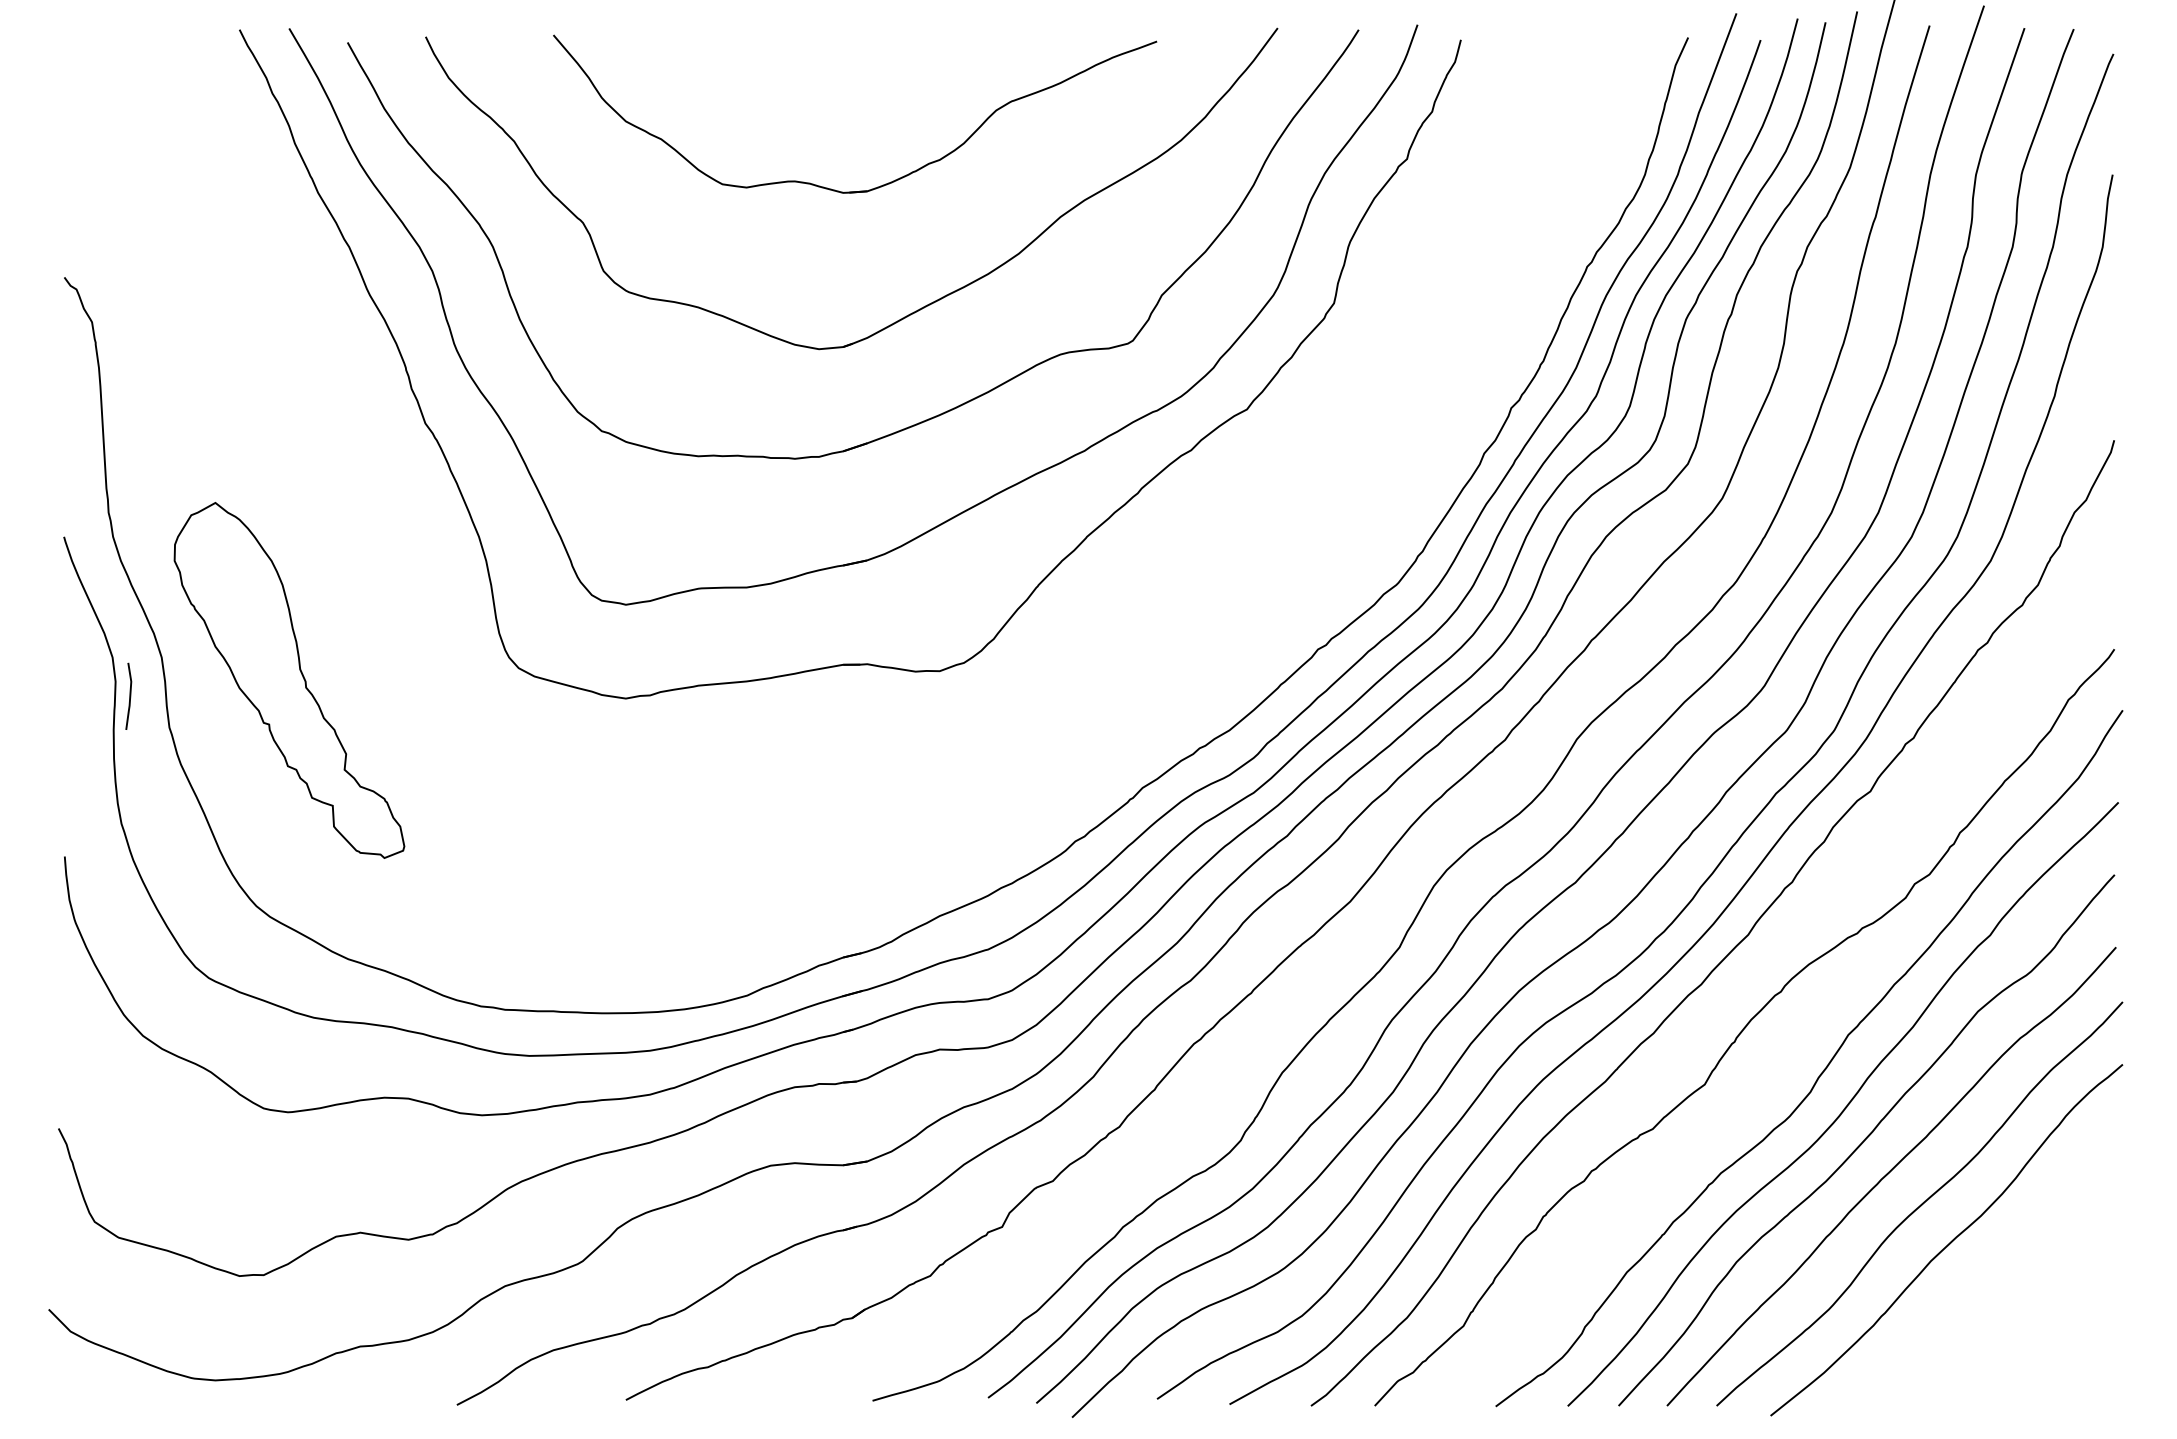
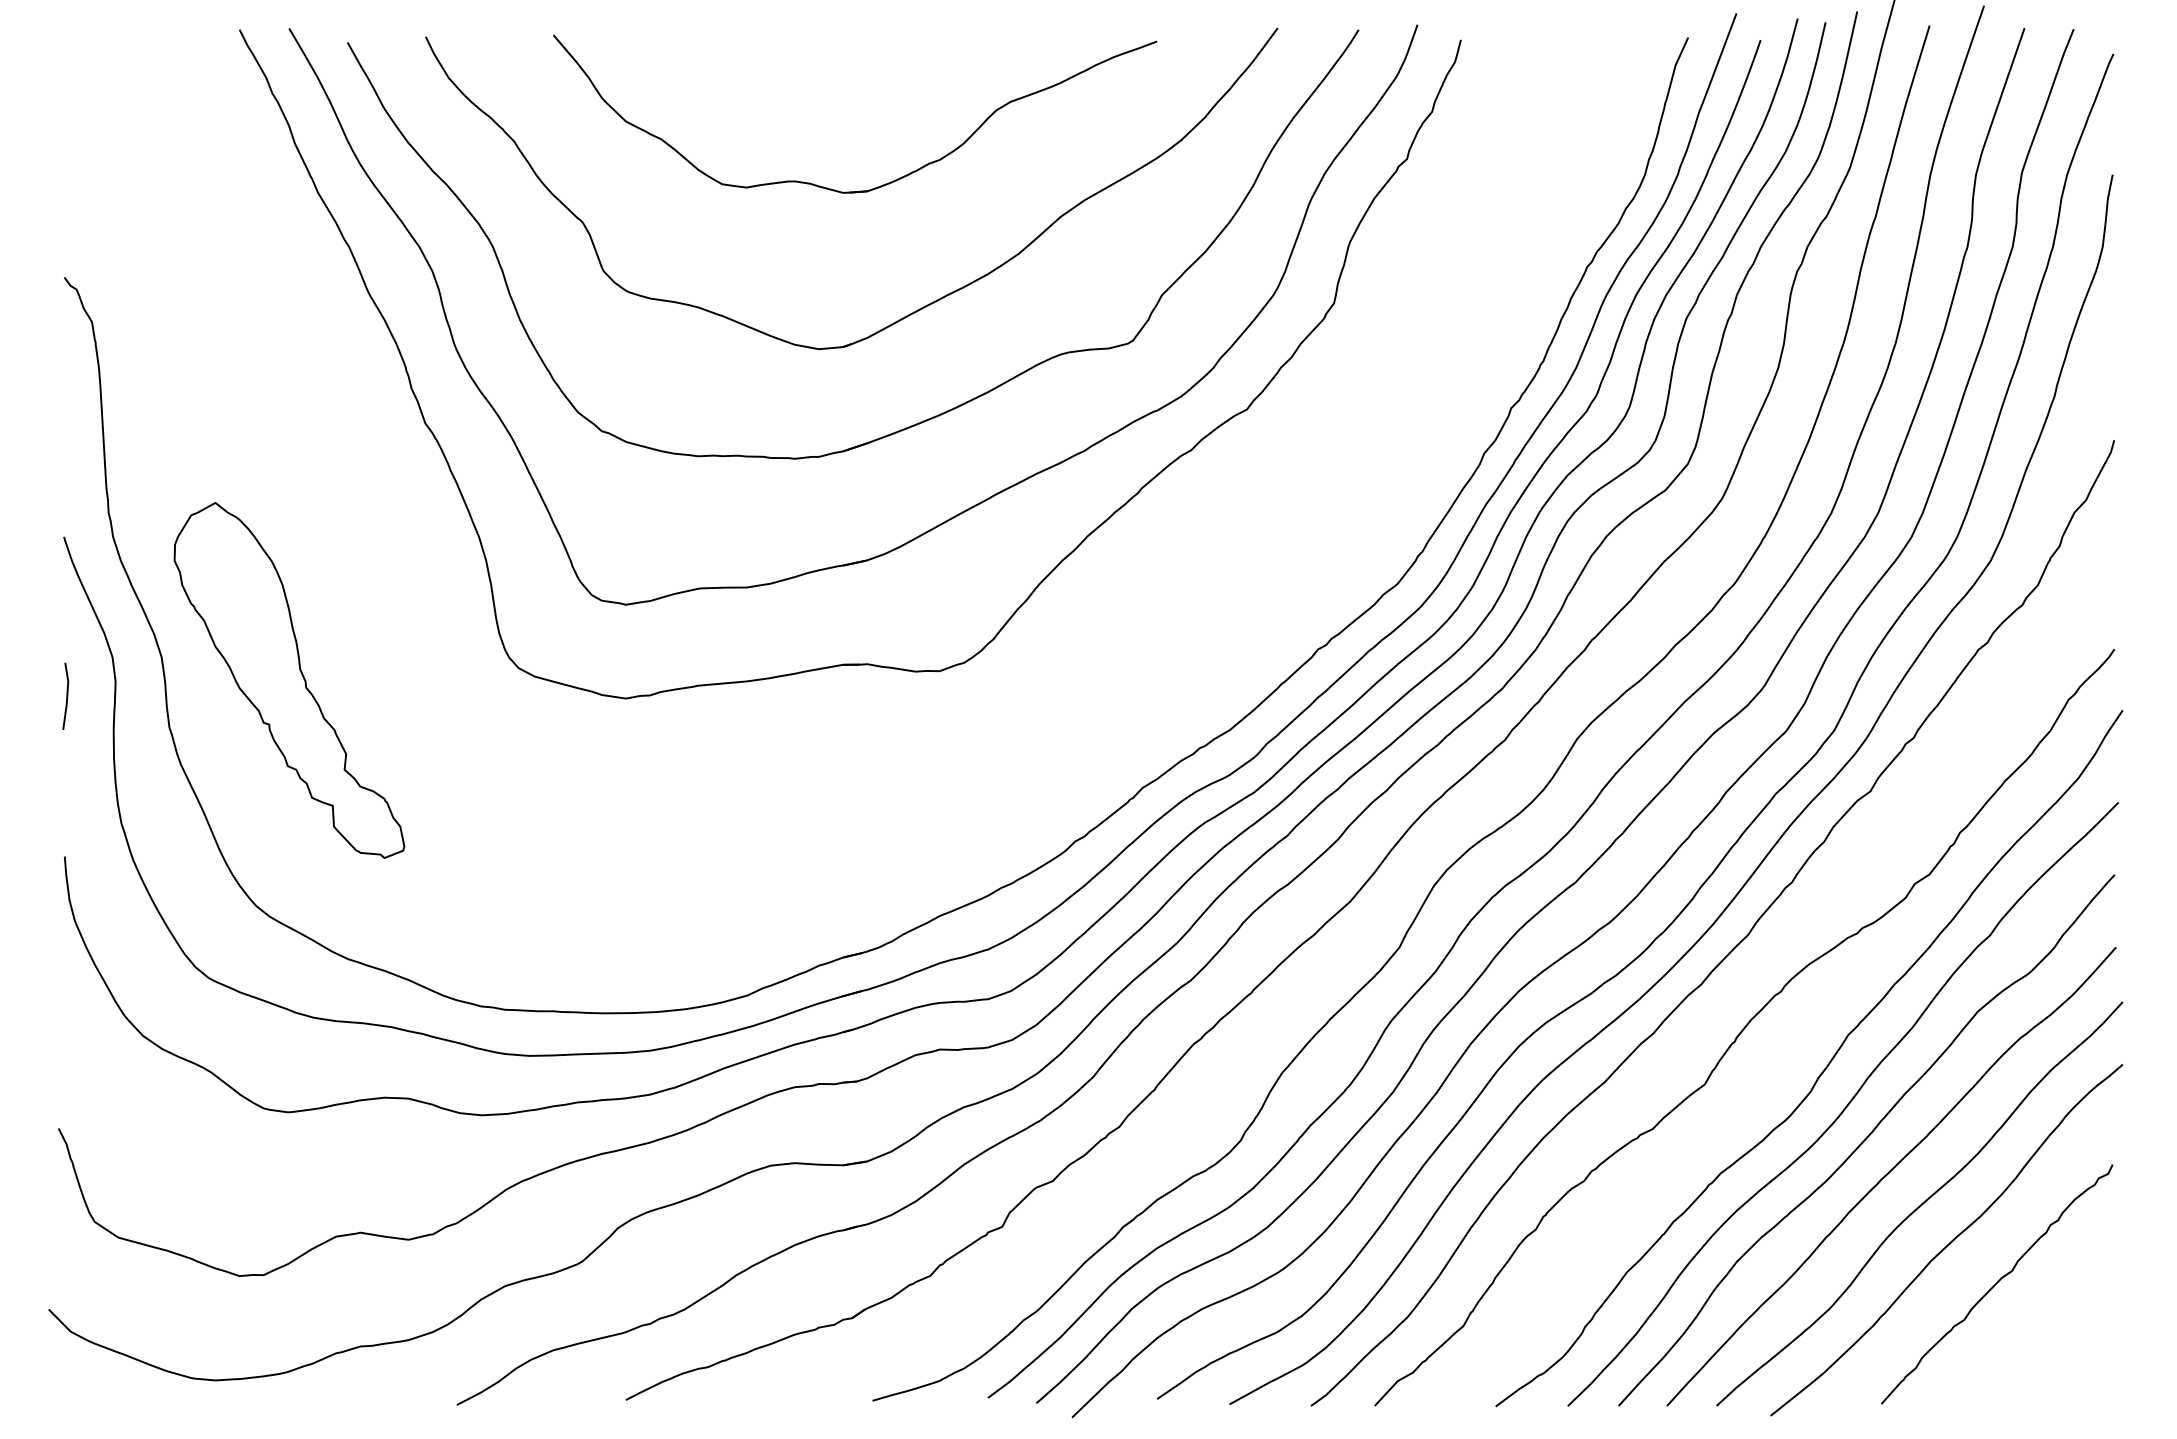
line at (129, 695) position: (129, 695) -> (66, 695)
curve at (1997, 1283): none -> present
